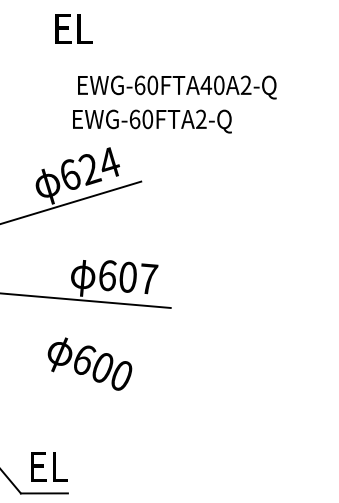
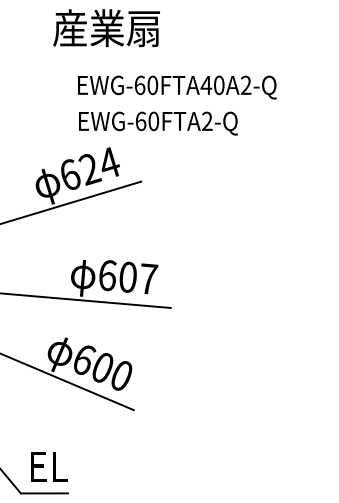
text at (106, 28): EL -> 産業扇
text at (152, 121) position: (152, 121) -> (158, 123)
line at (67, 382): none -> present
